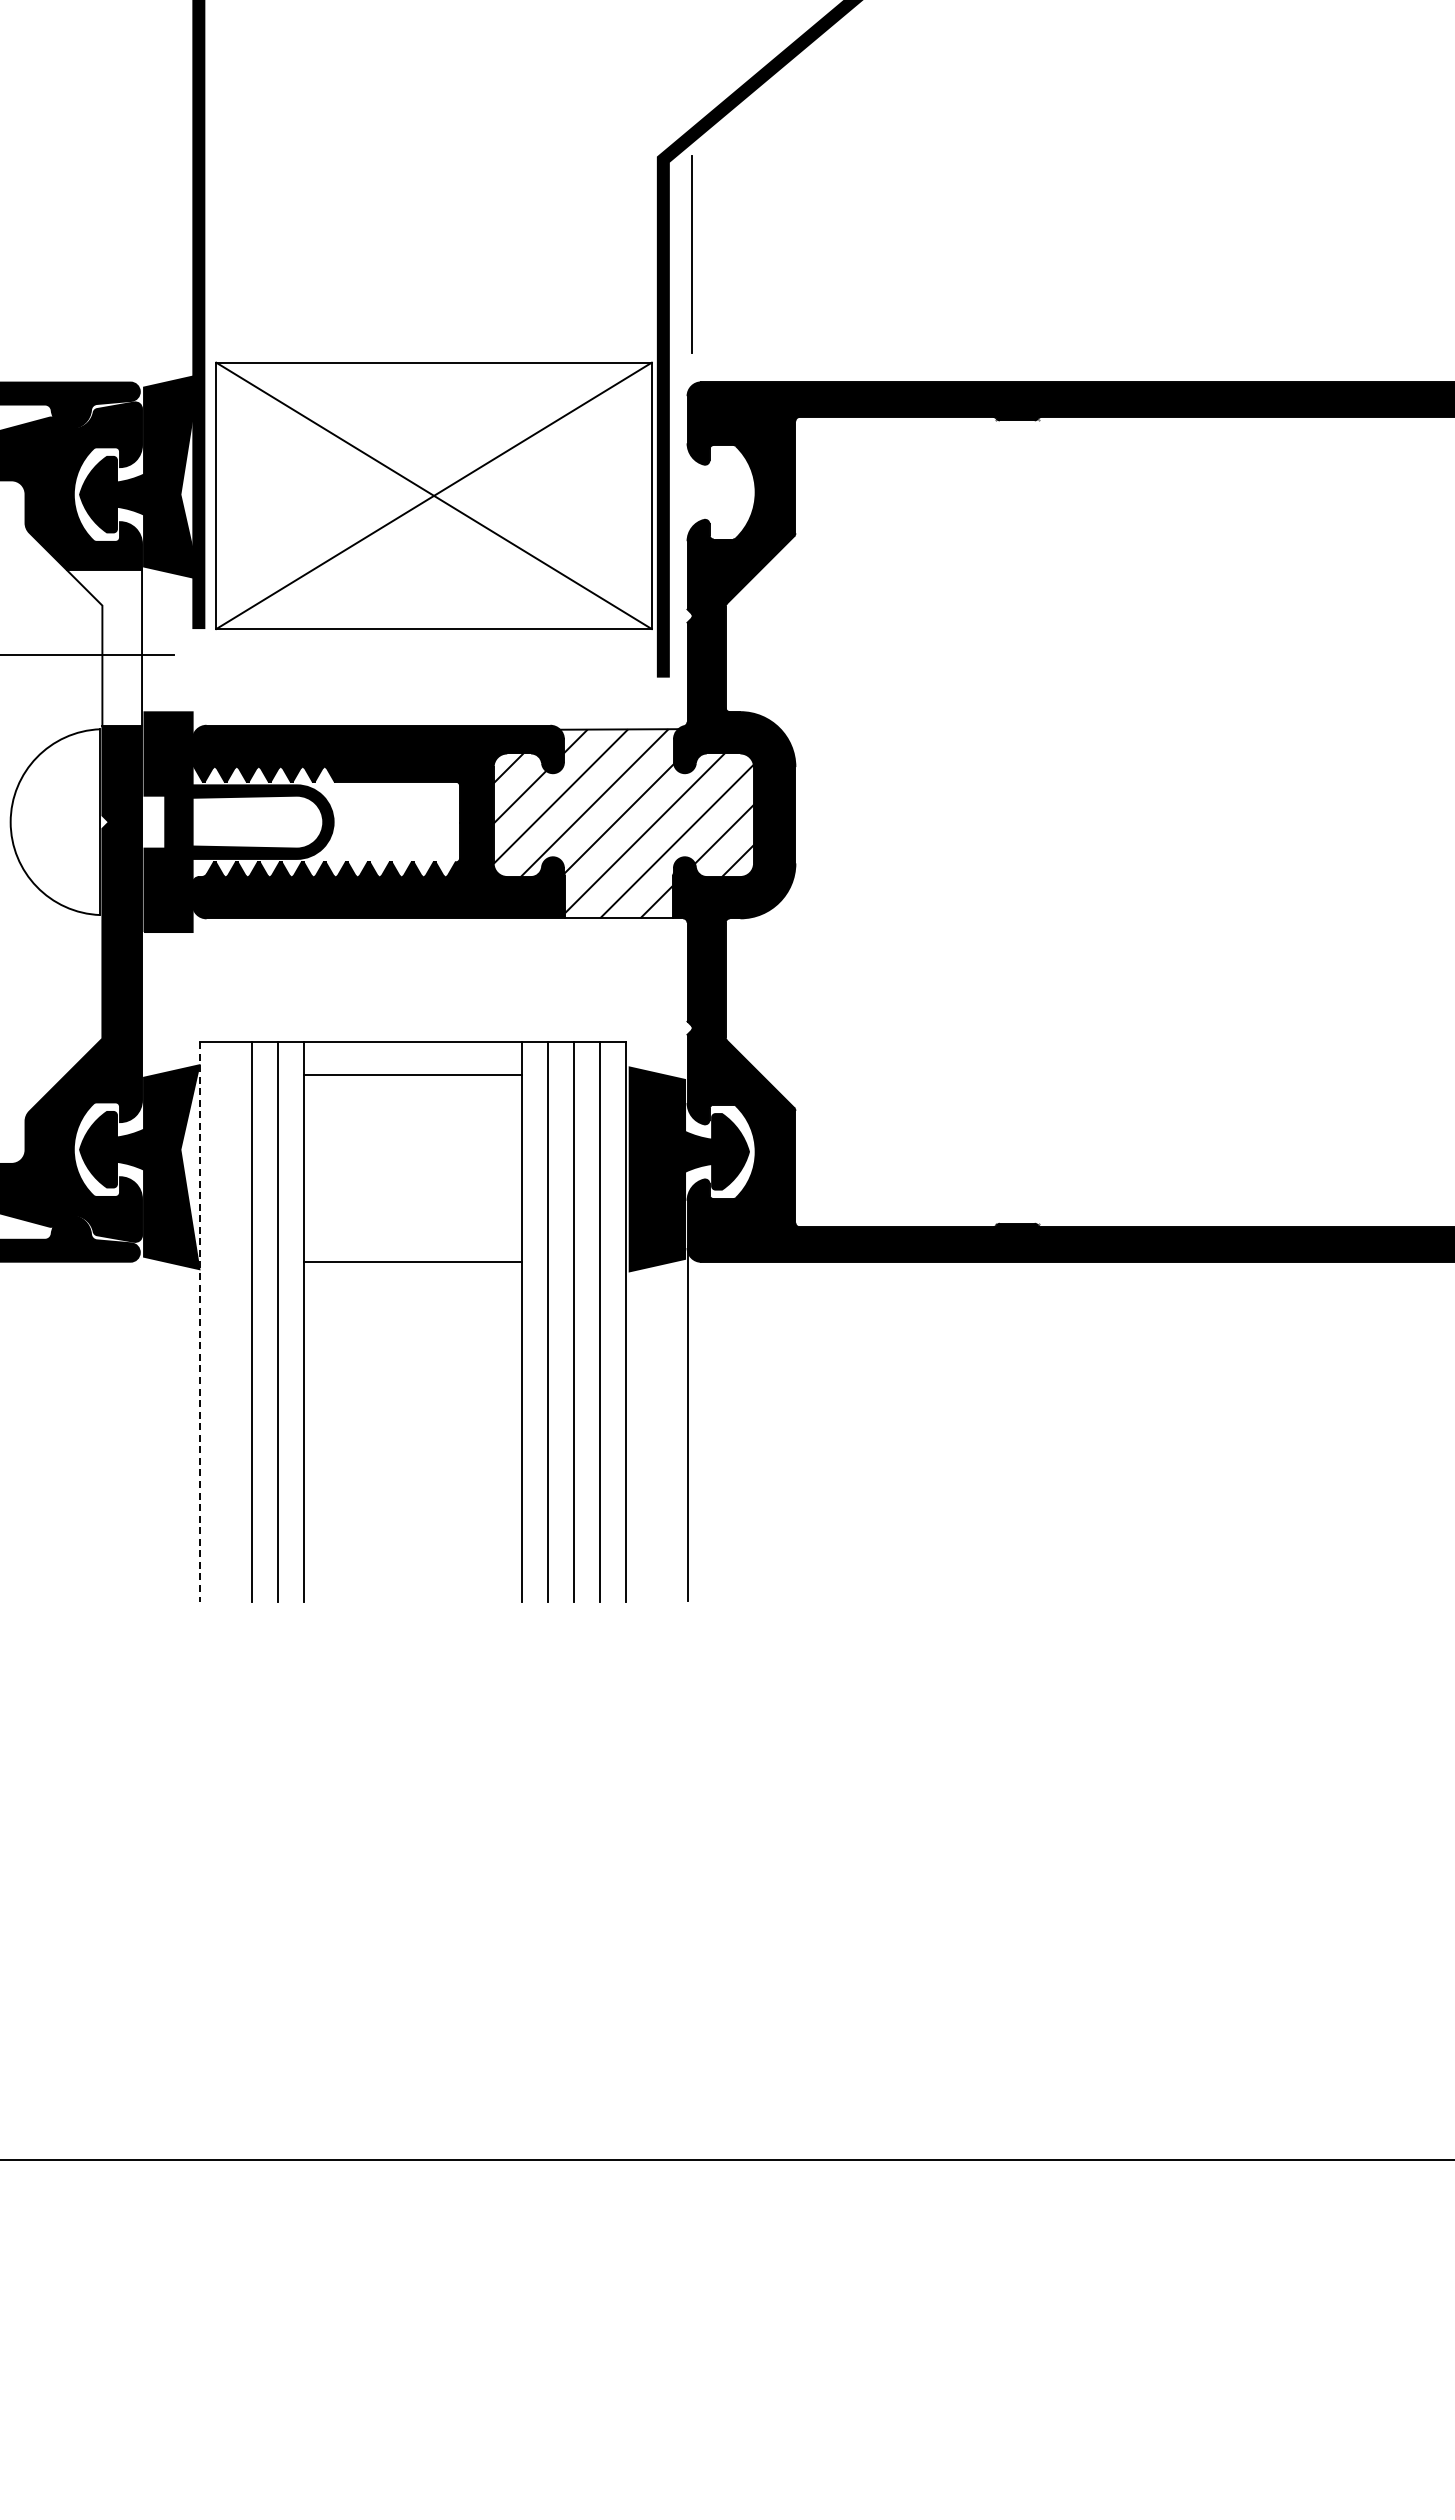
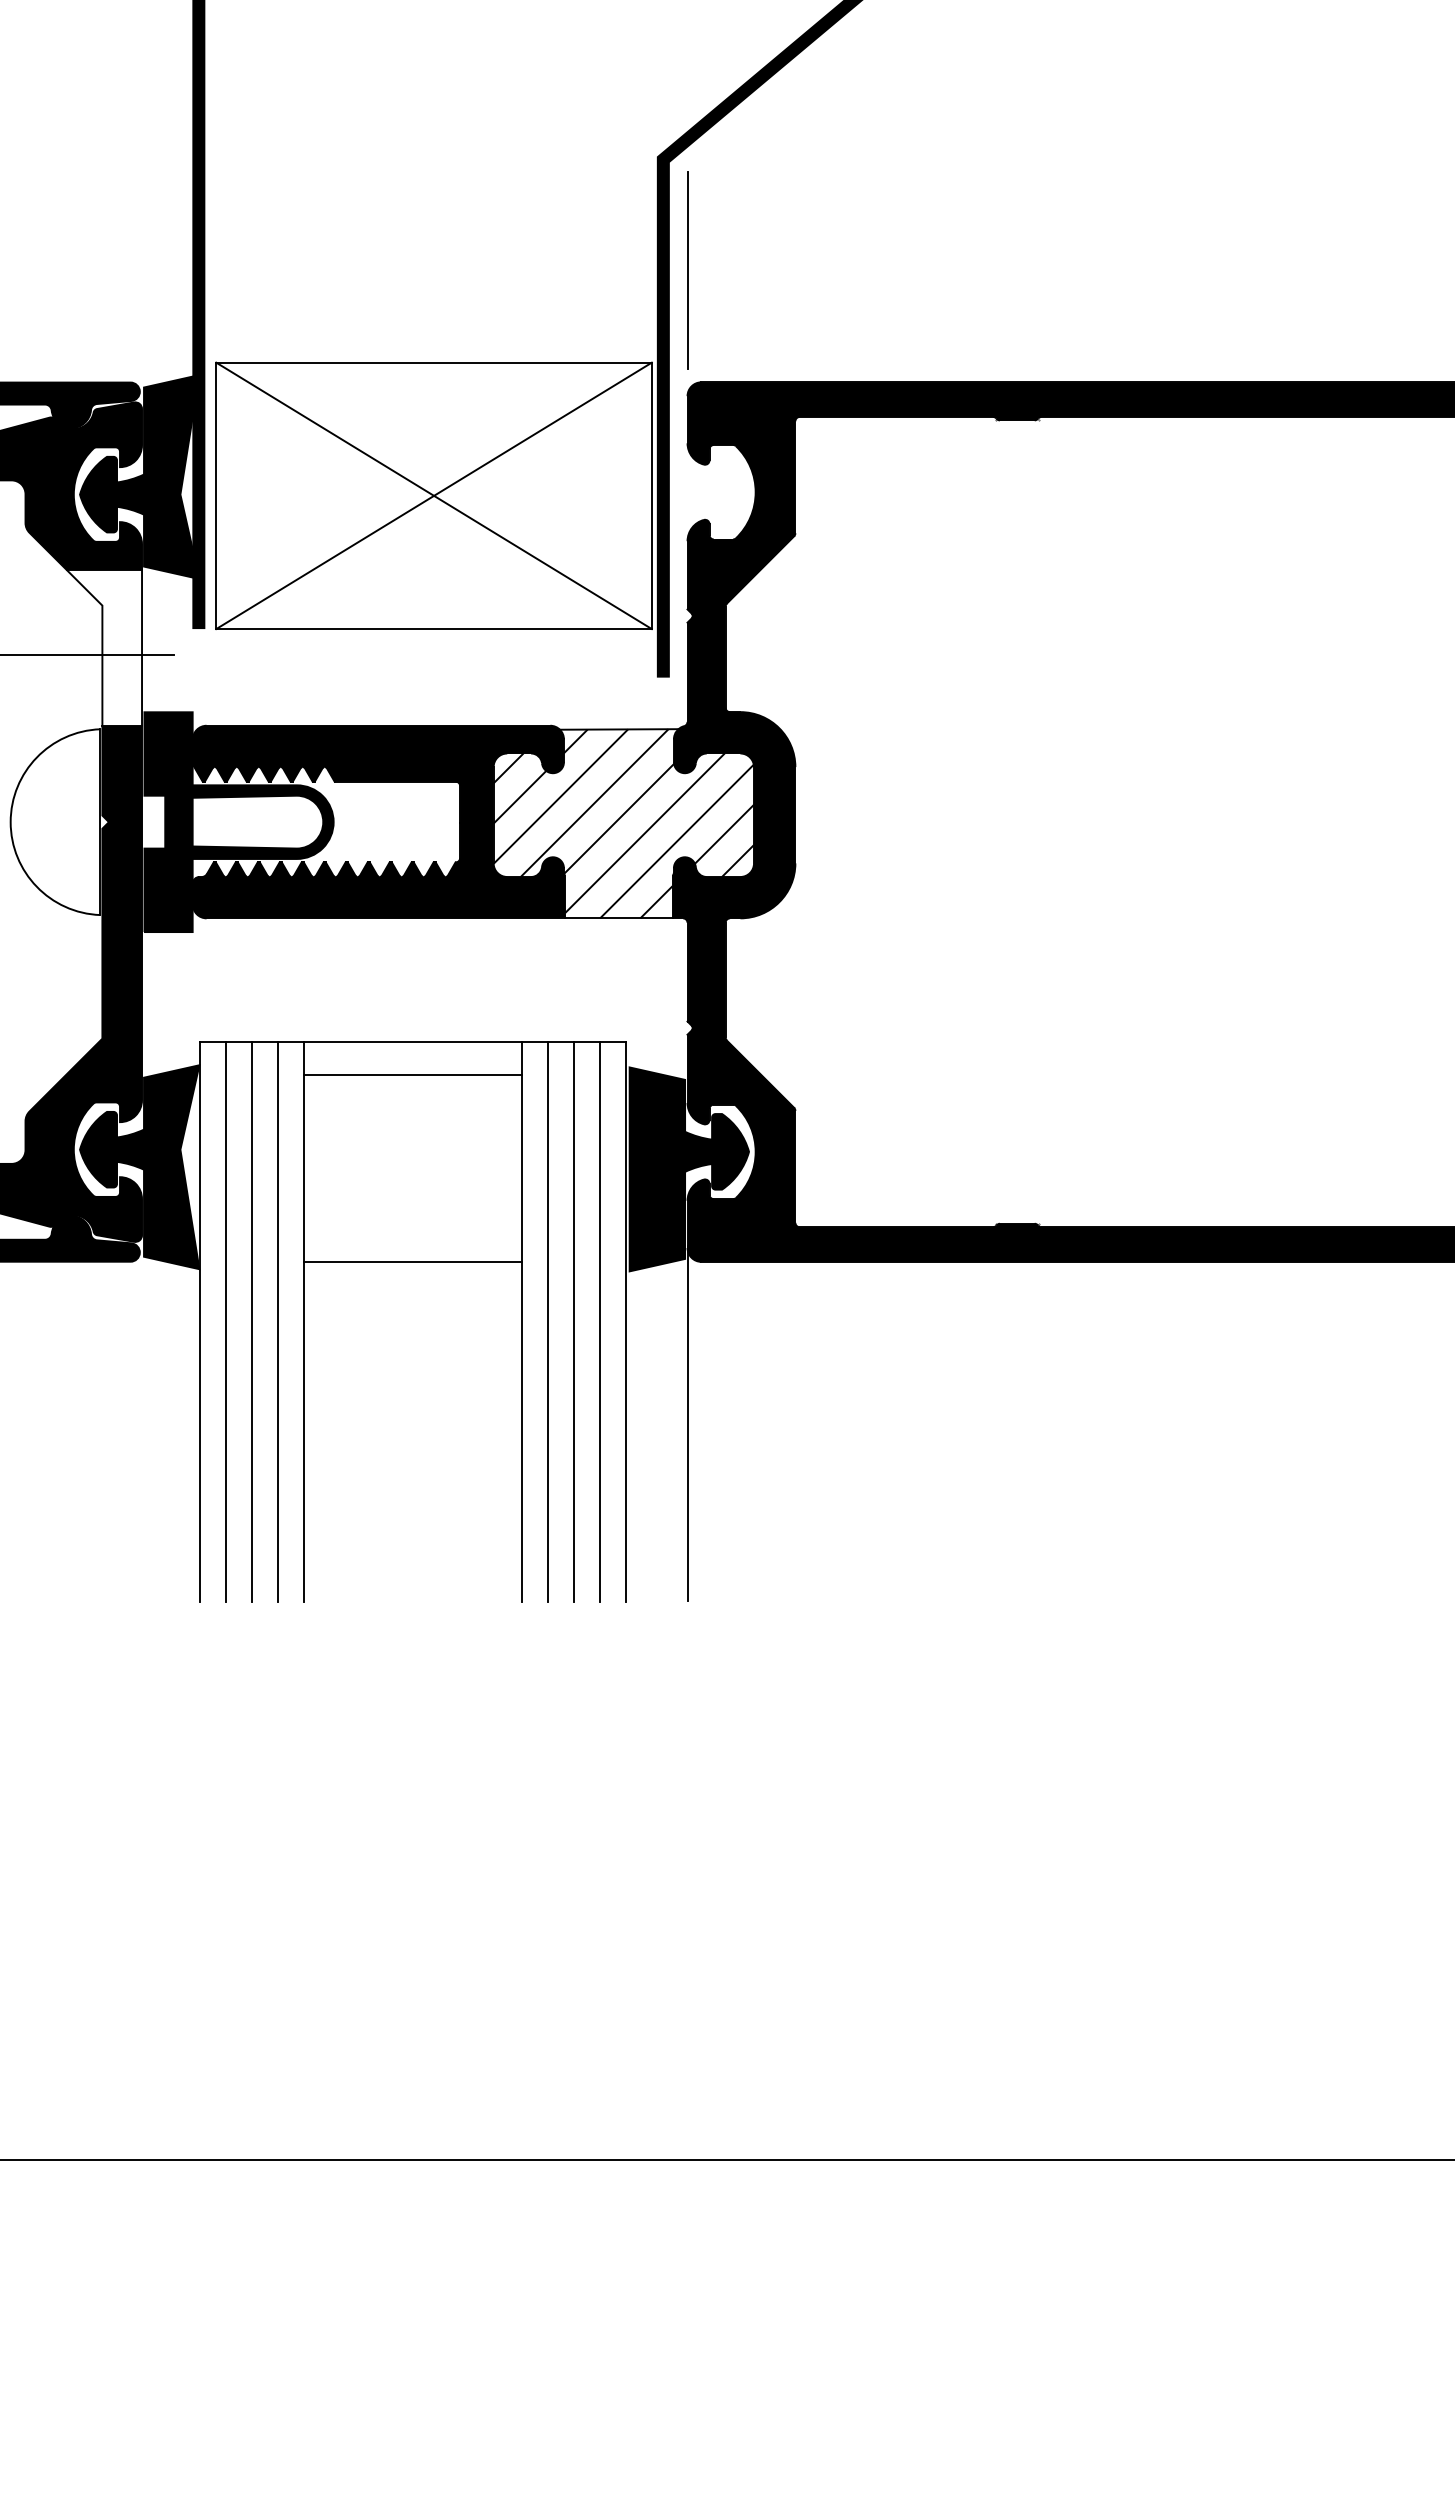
line at (691, 254) position: (691, 254) -> (687, 270)
line at (200, 1321): dashed -> solid
line at (225, 1321): none -> present
